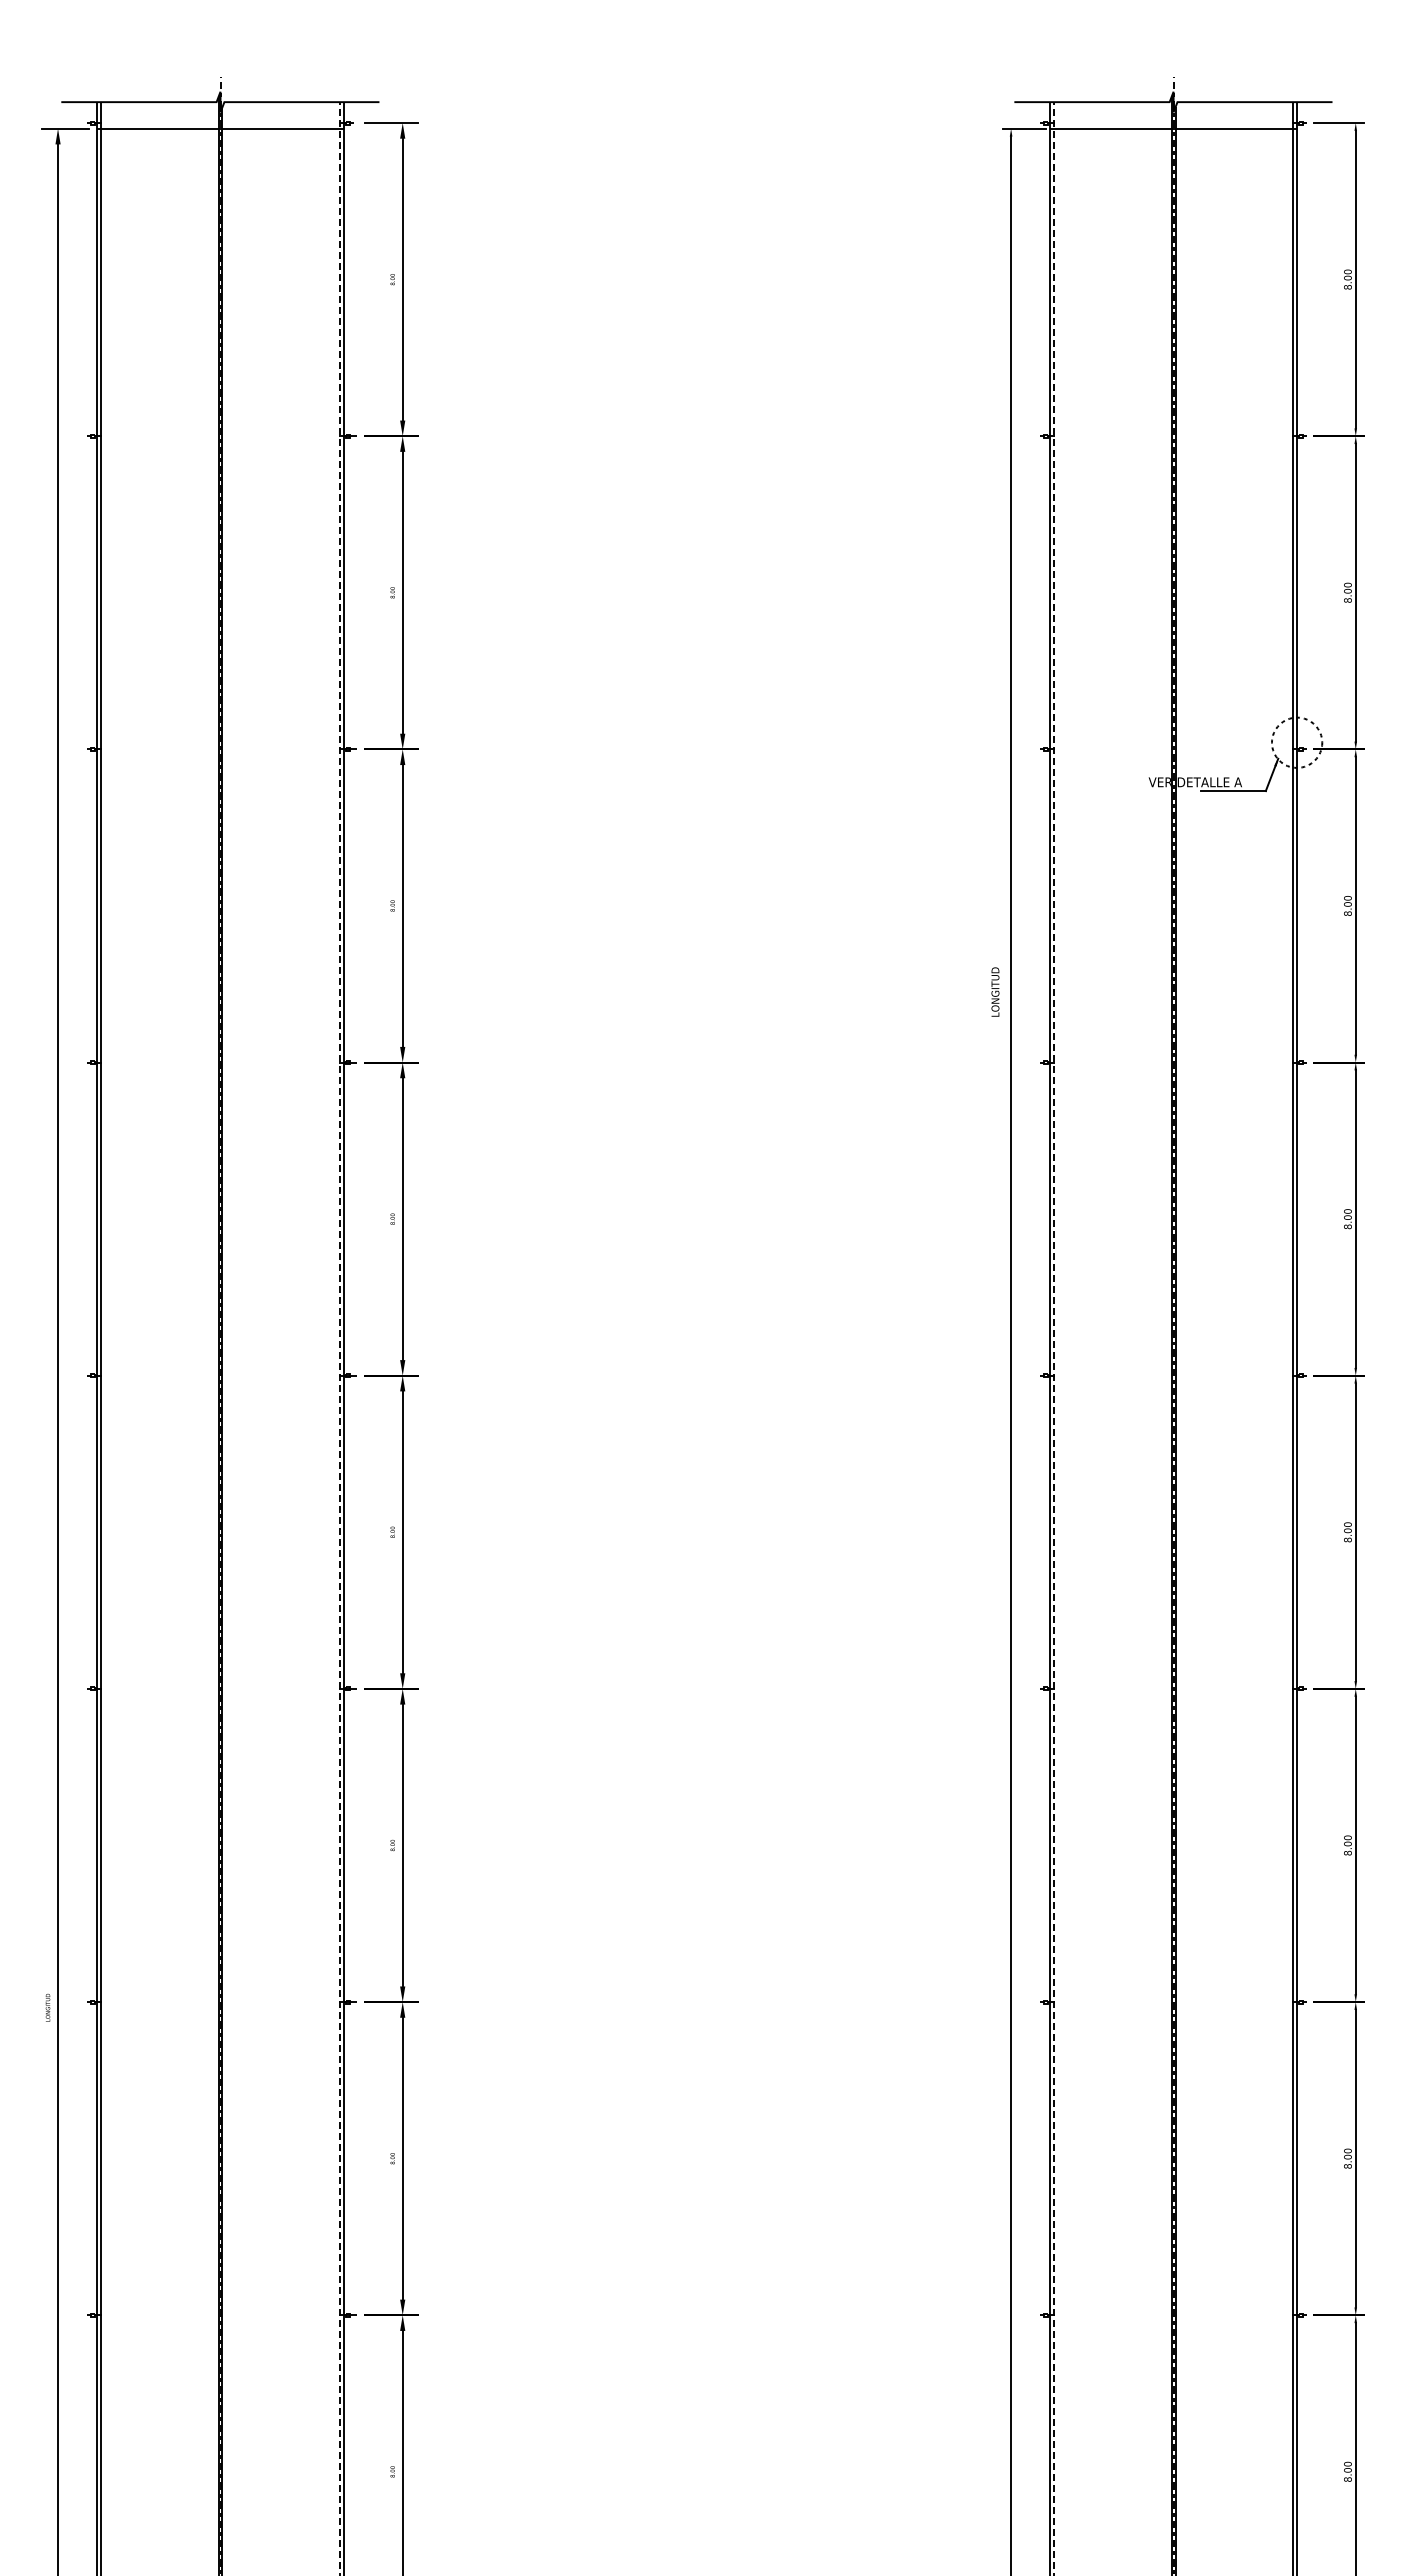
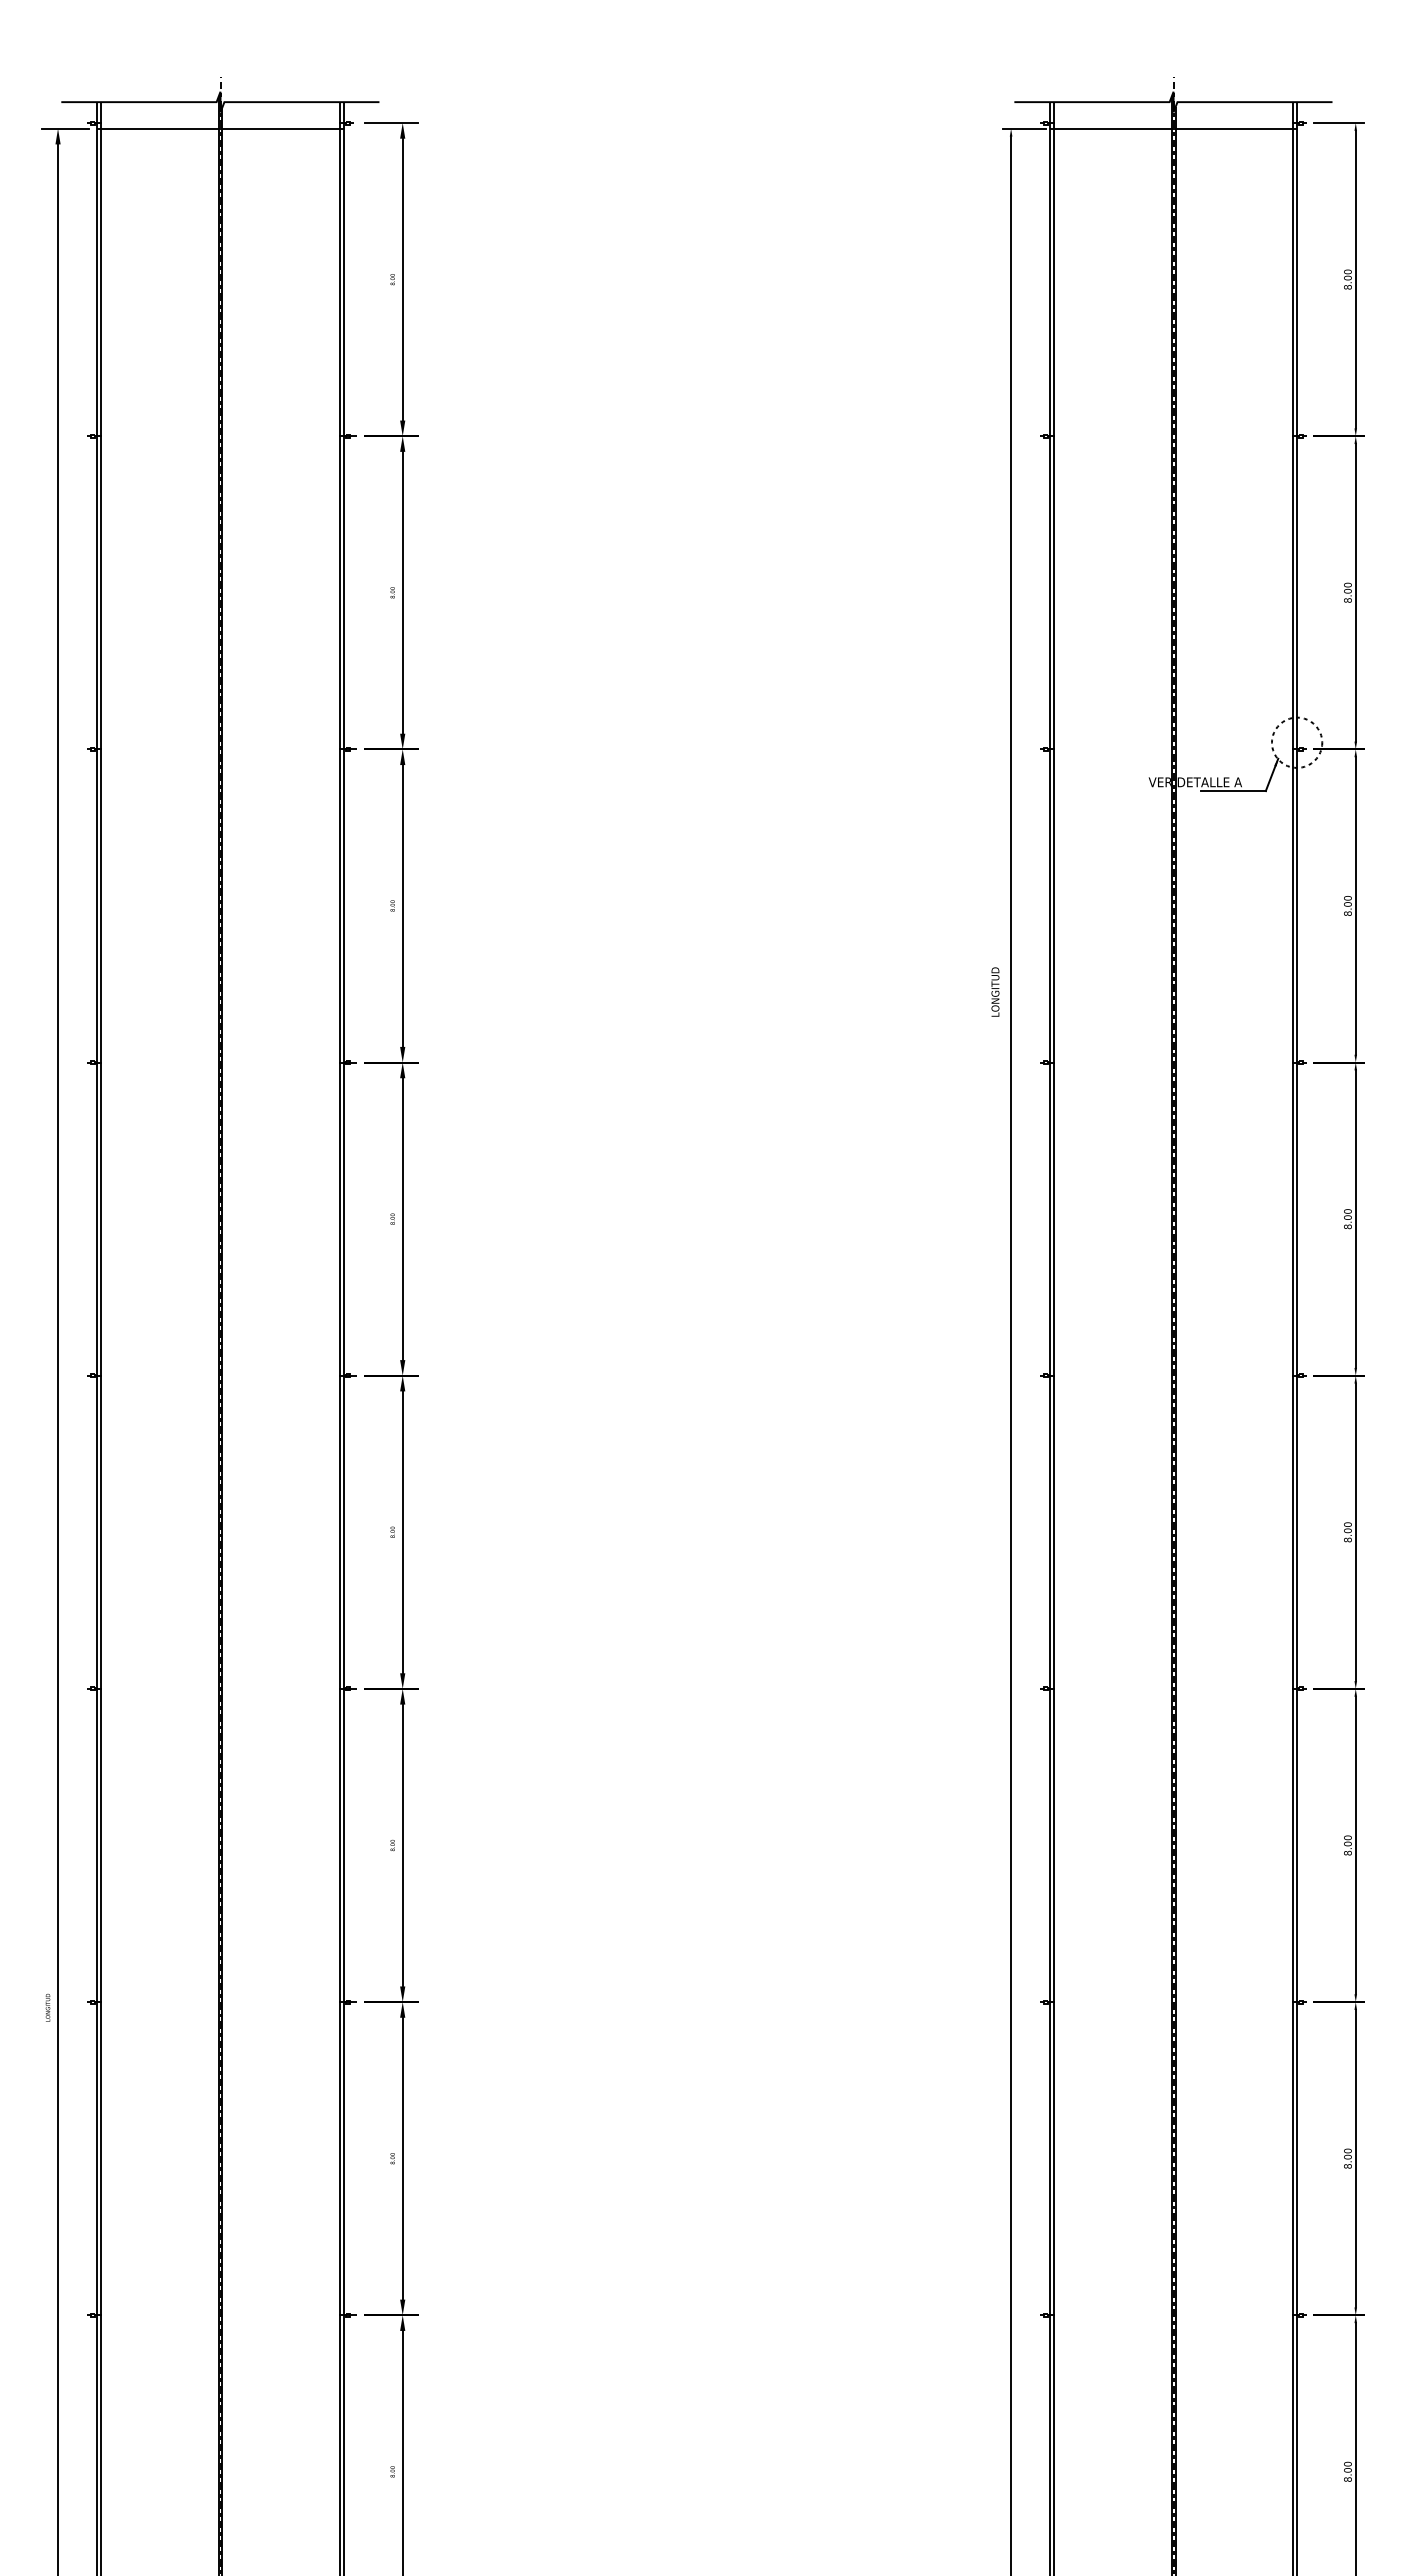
line at (339, 1338): dashed -> solid
line at (1054, 1338): dashed -> solid
